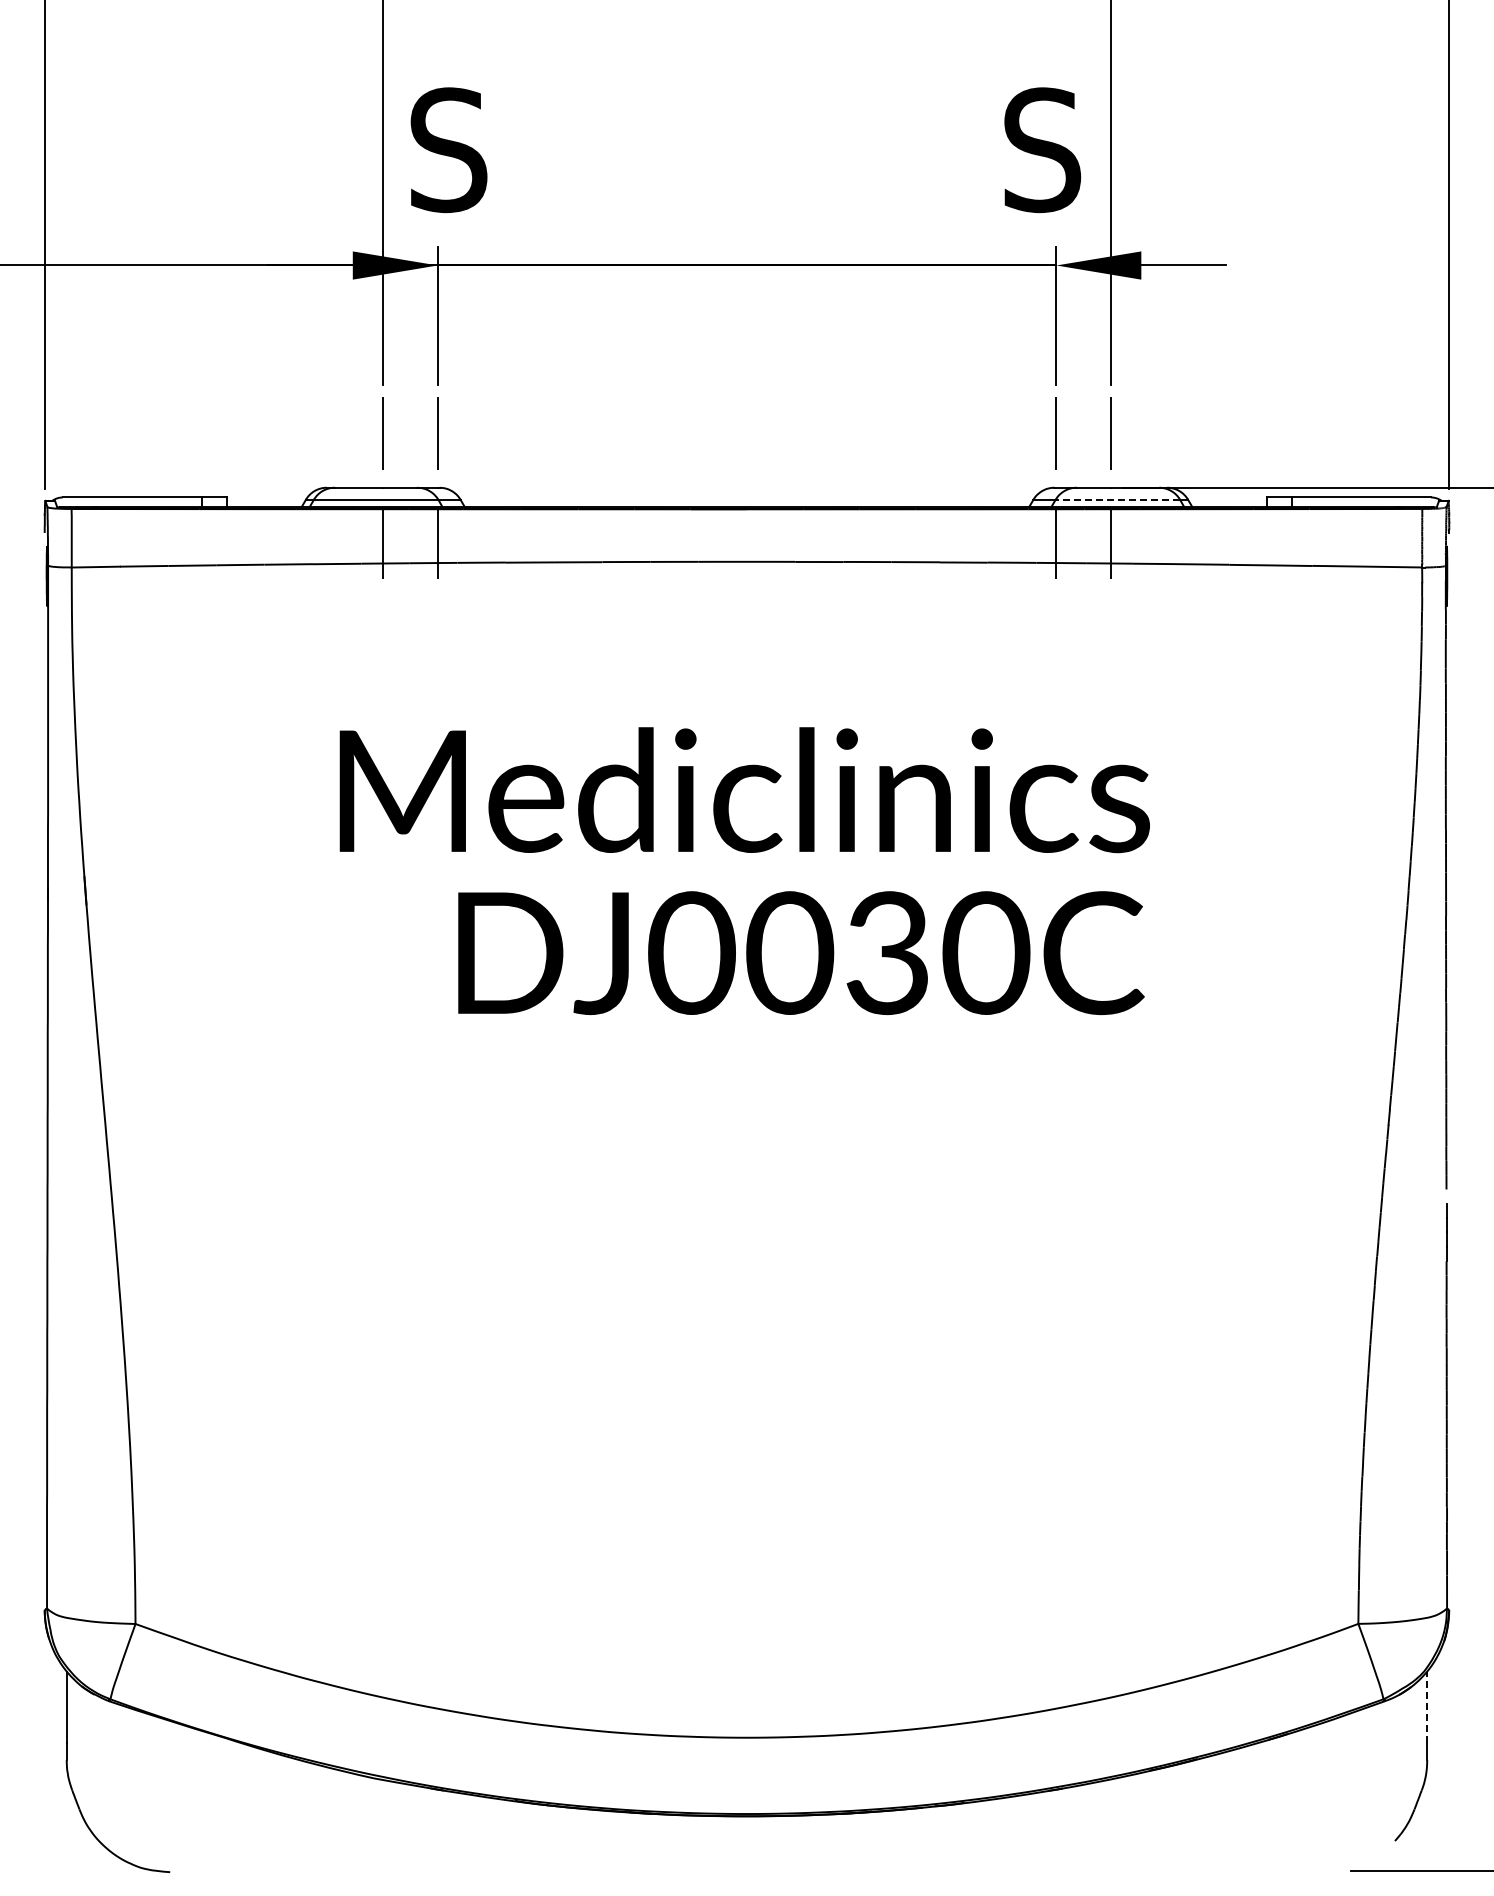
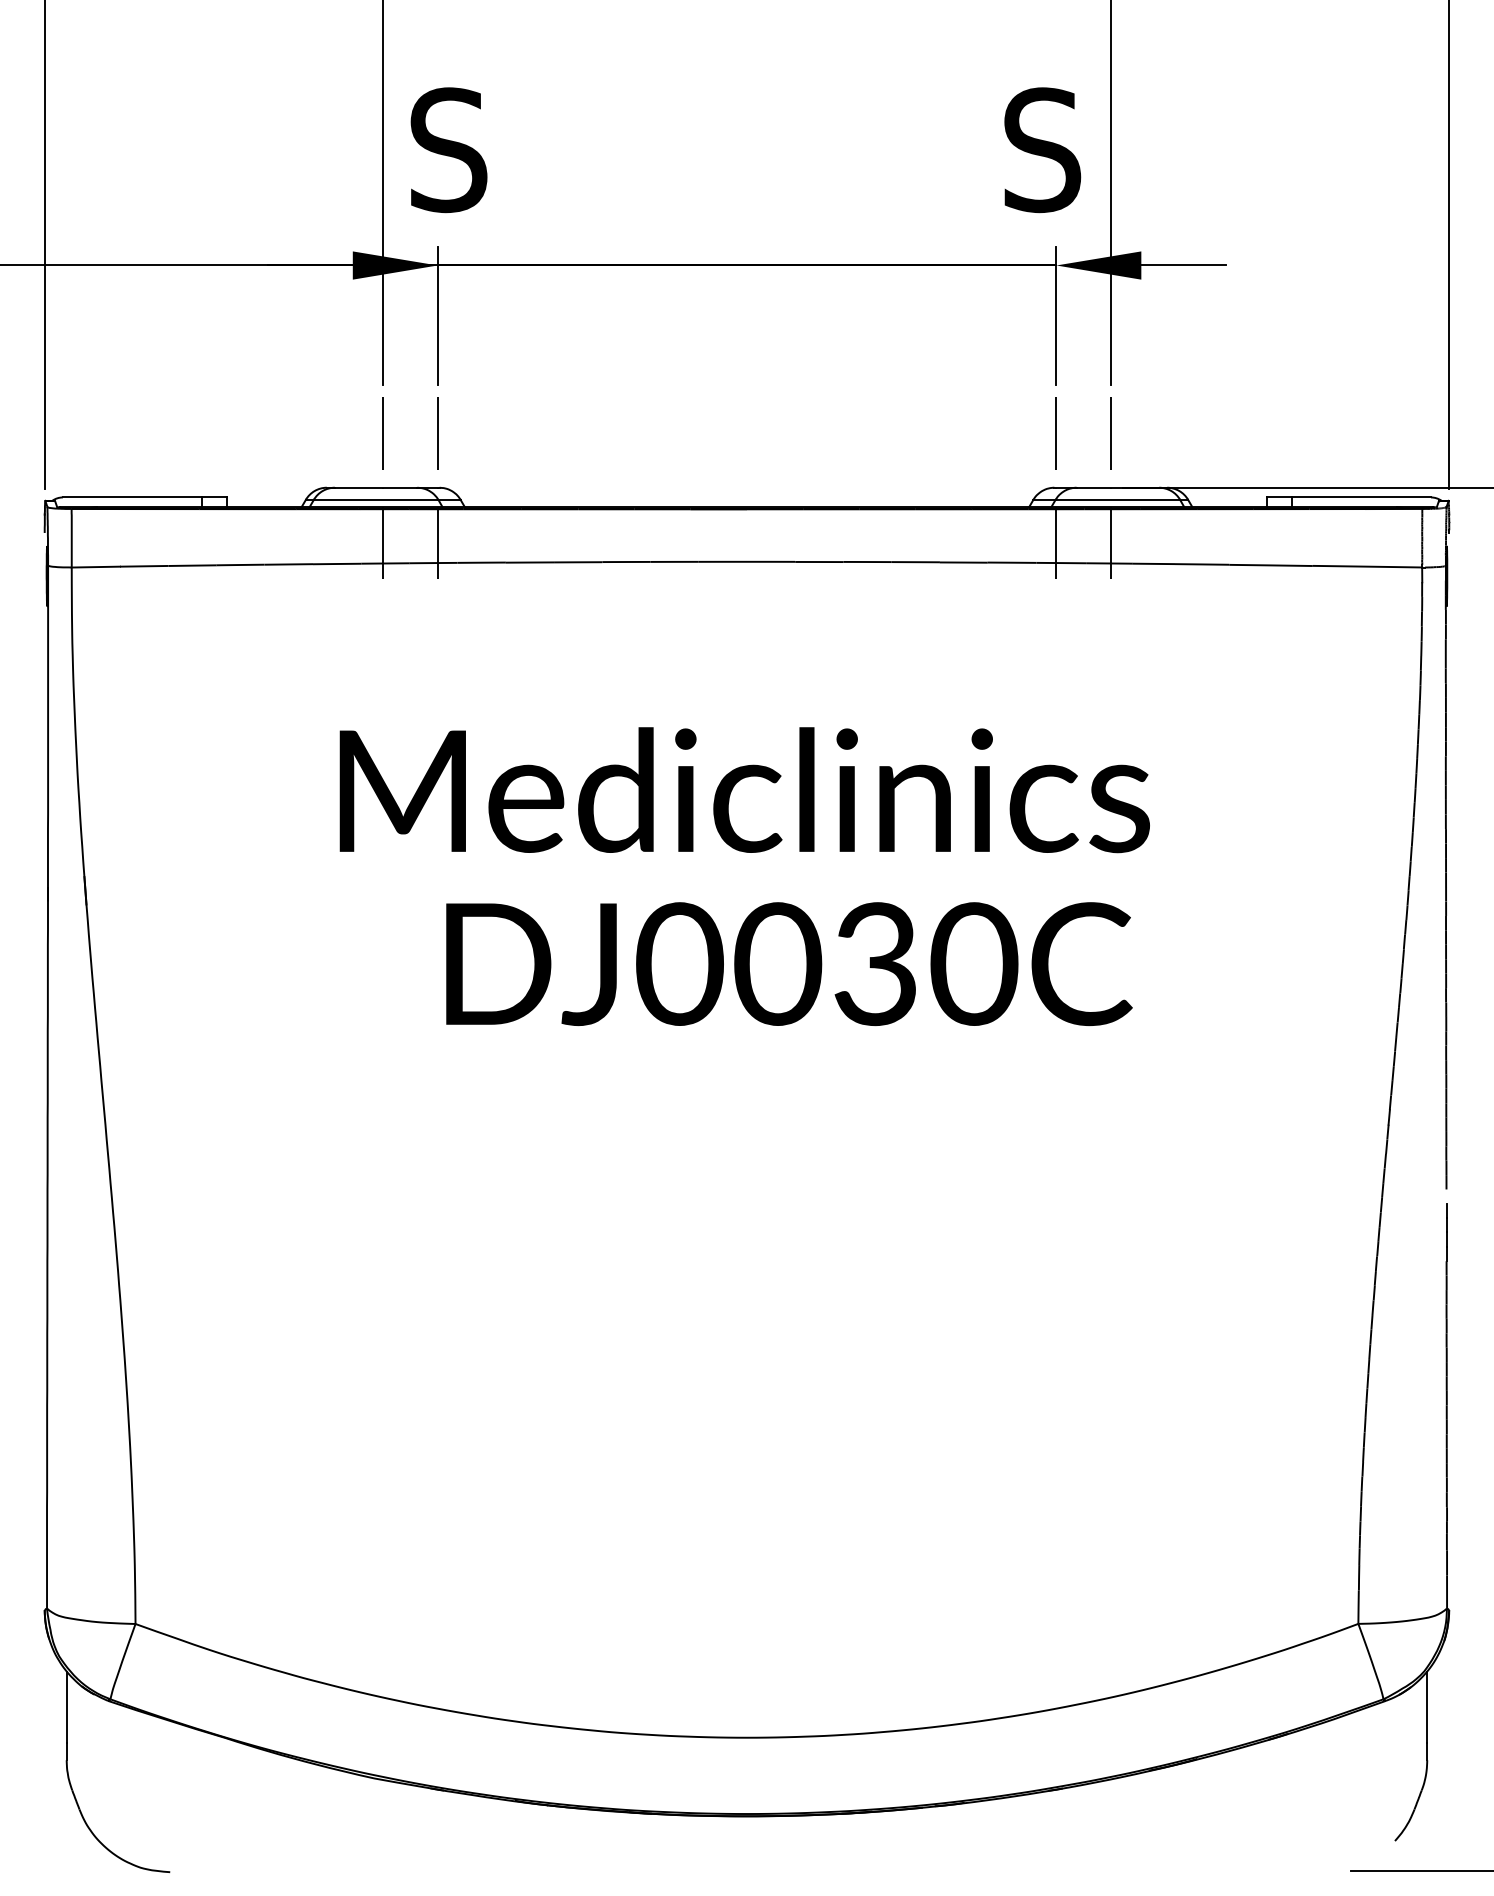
line at (1117, 499): dashed -> solid
text at (801, 952) position: (801, 952) -> (789, 963)
line at (1427, 1707): dashed -> solid
